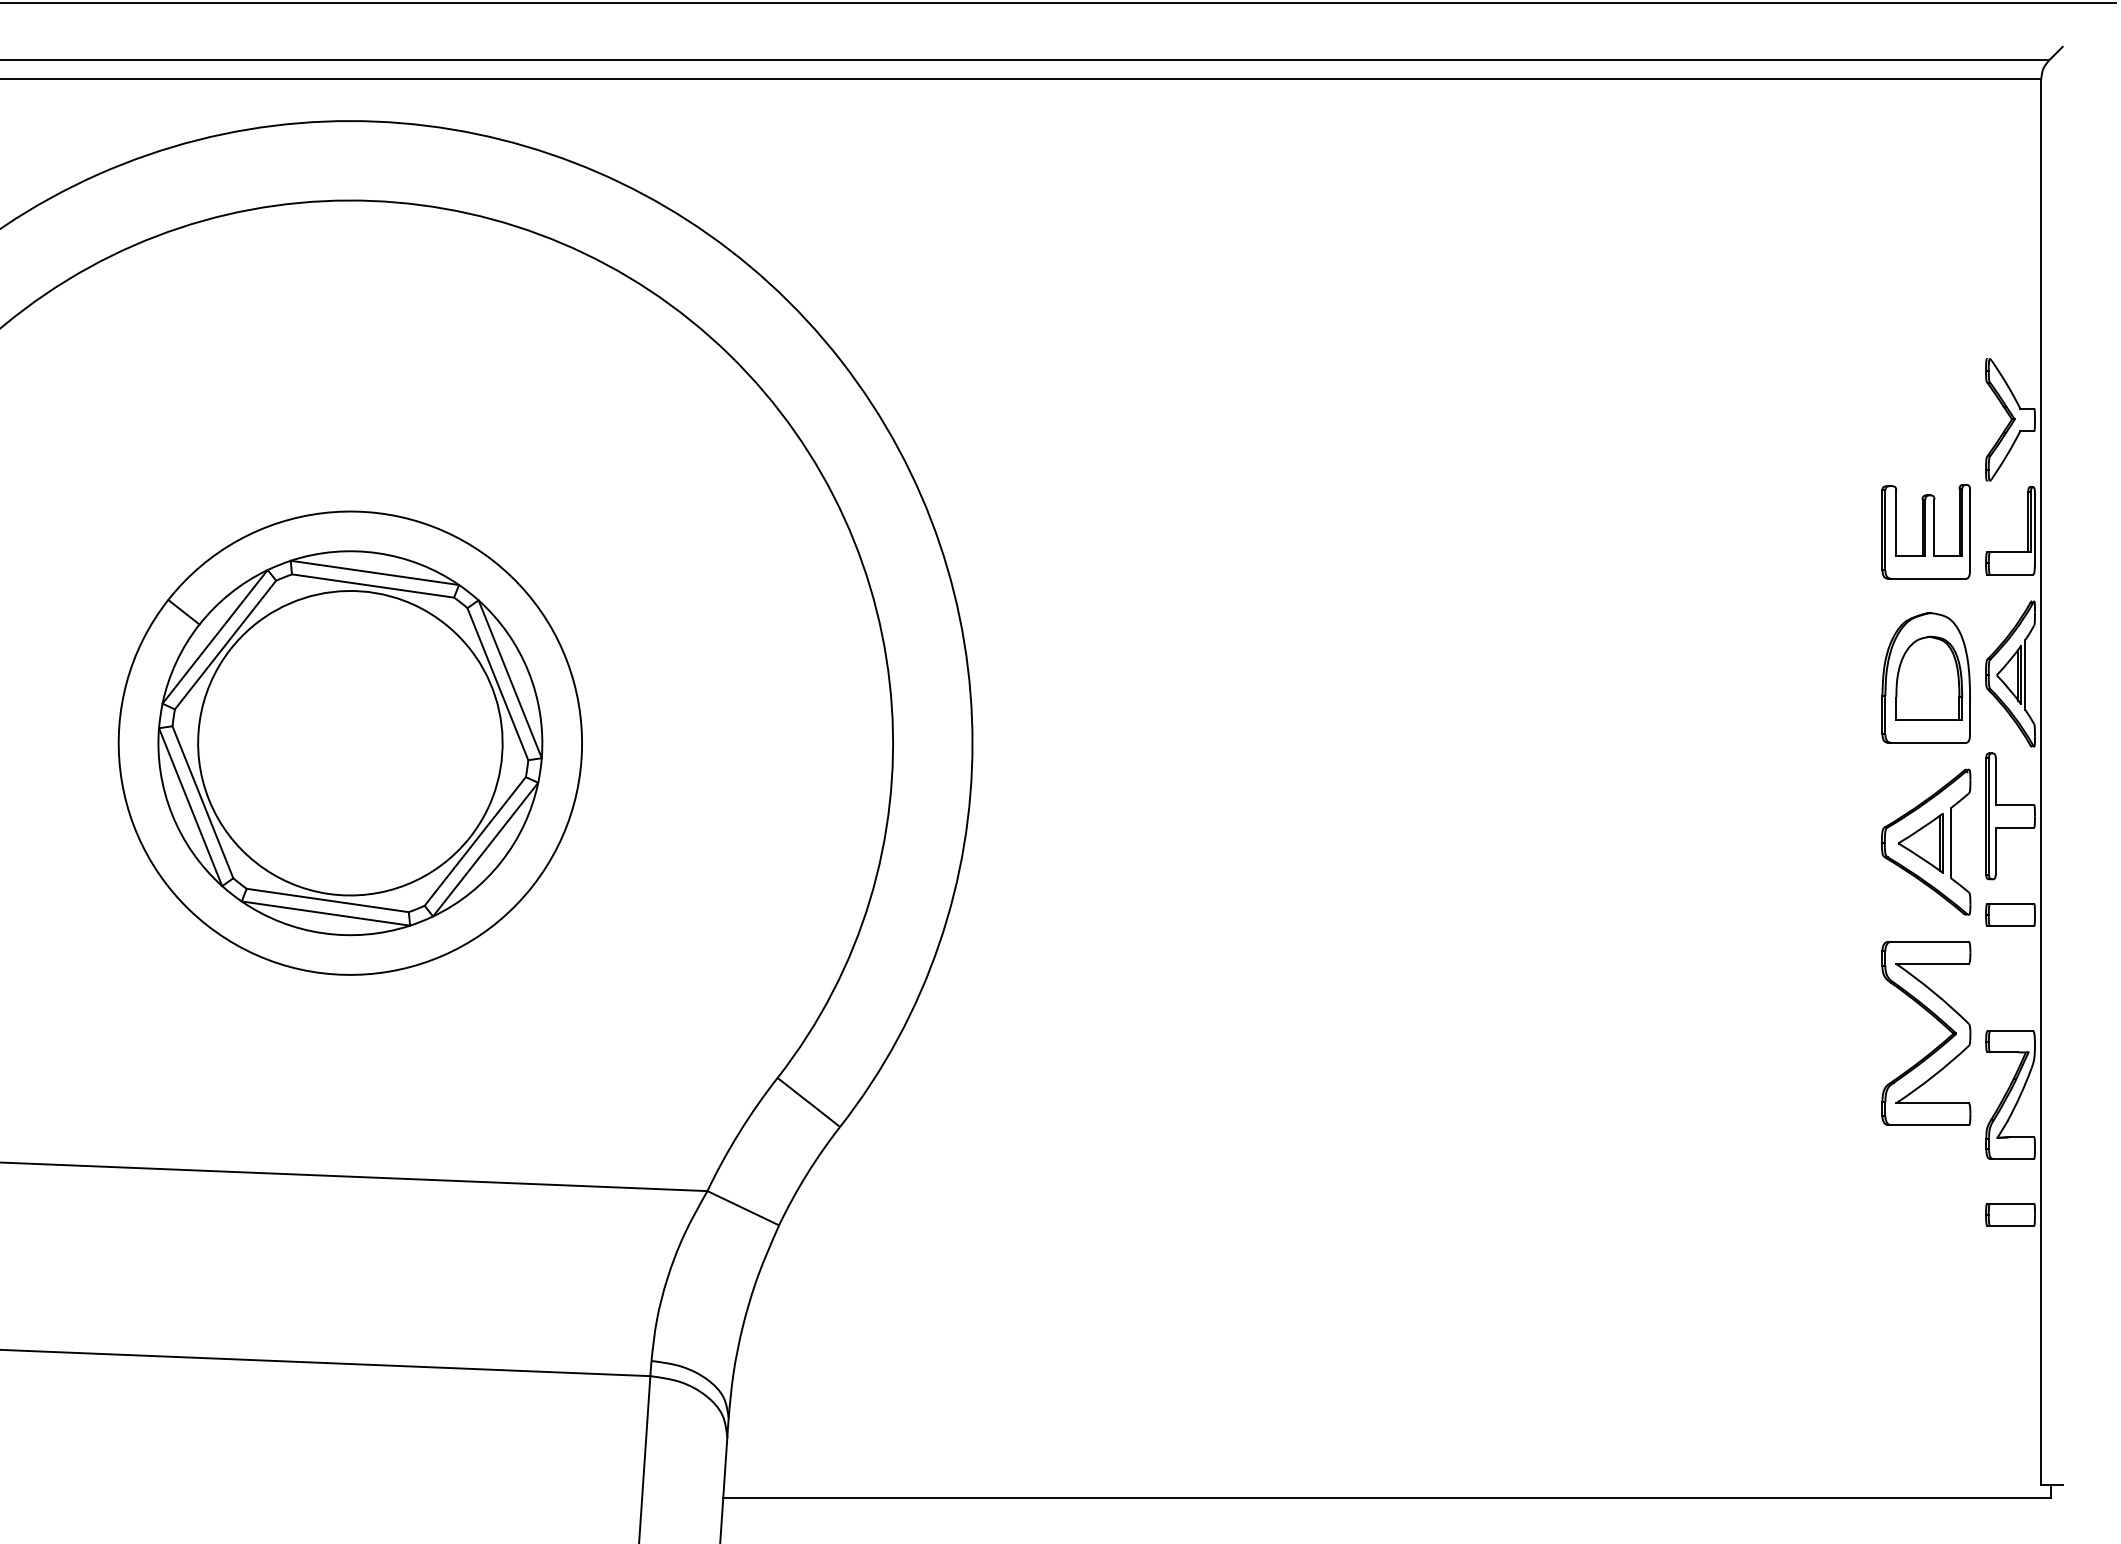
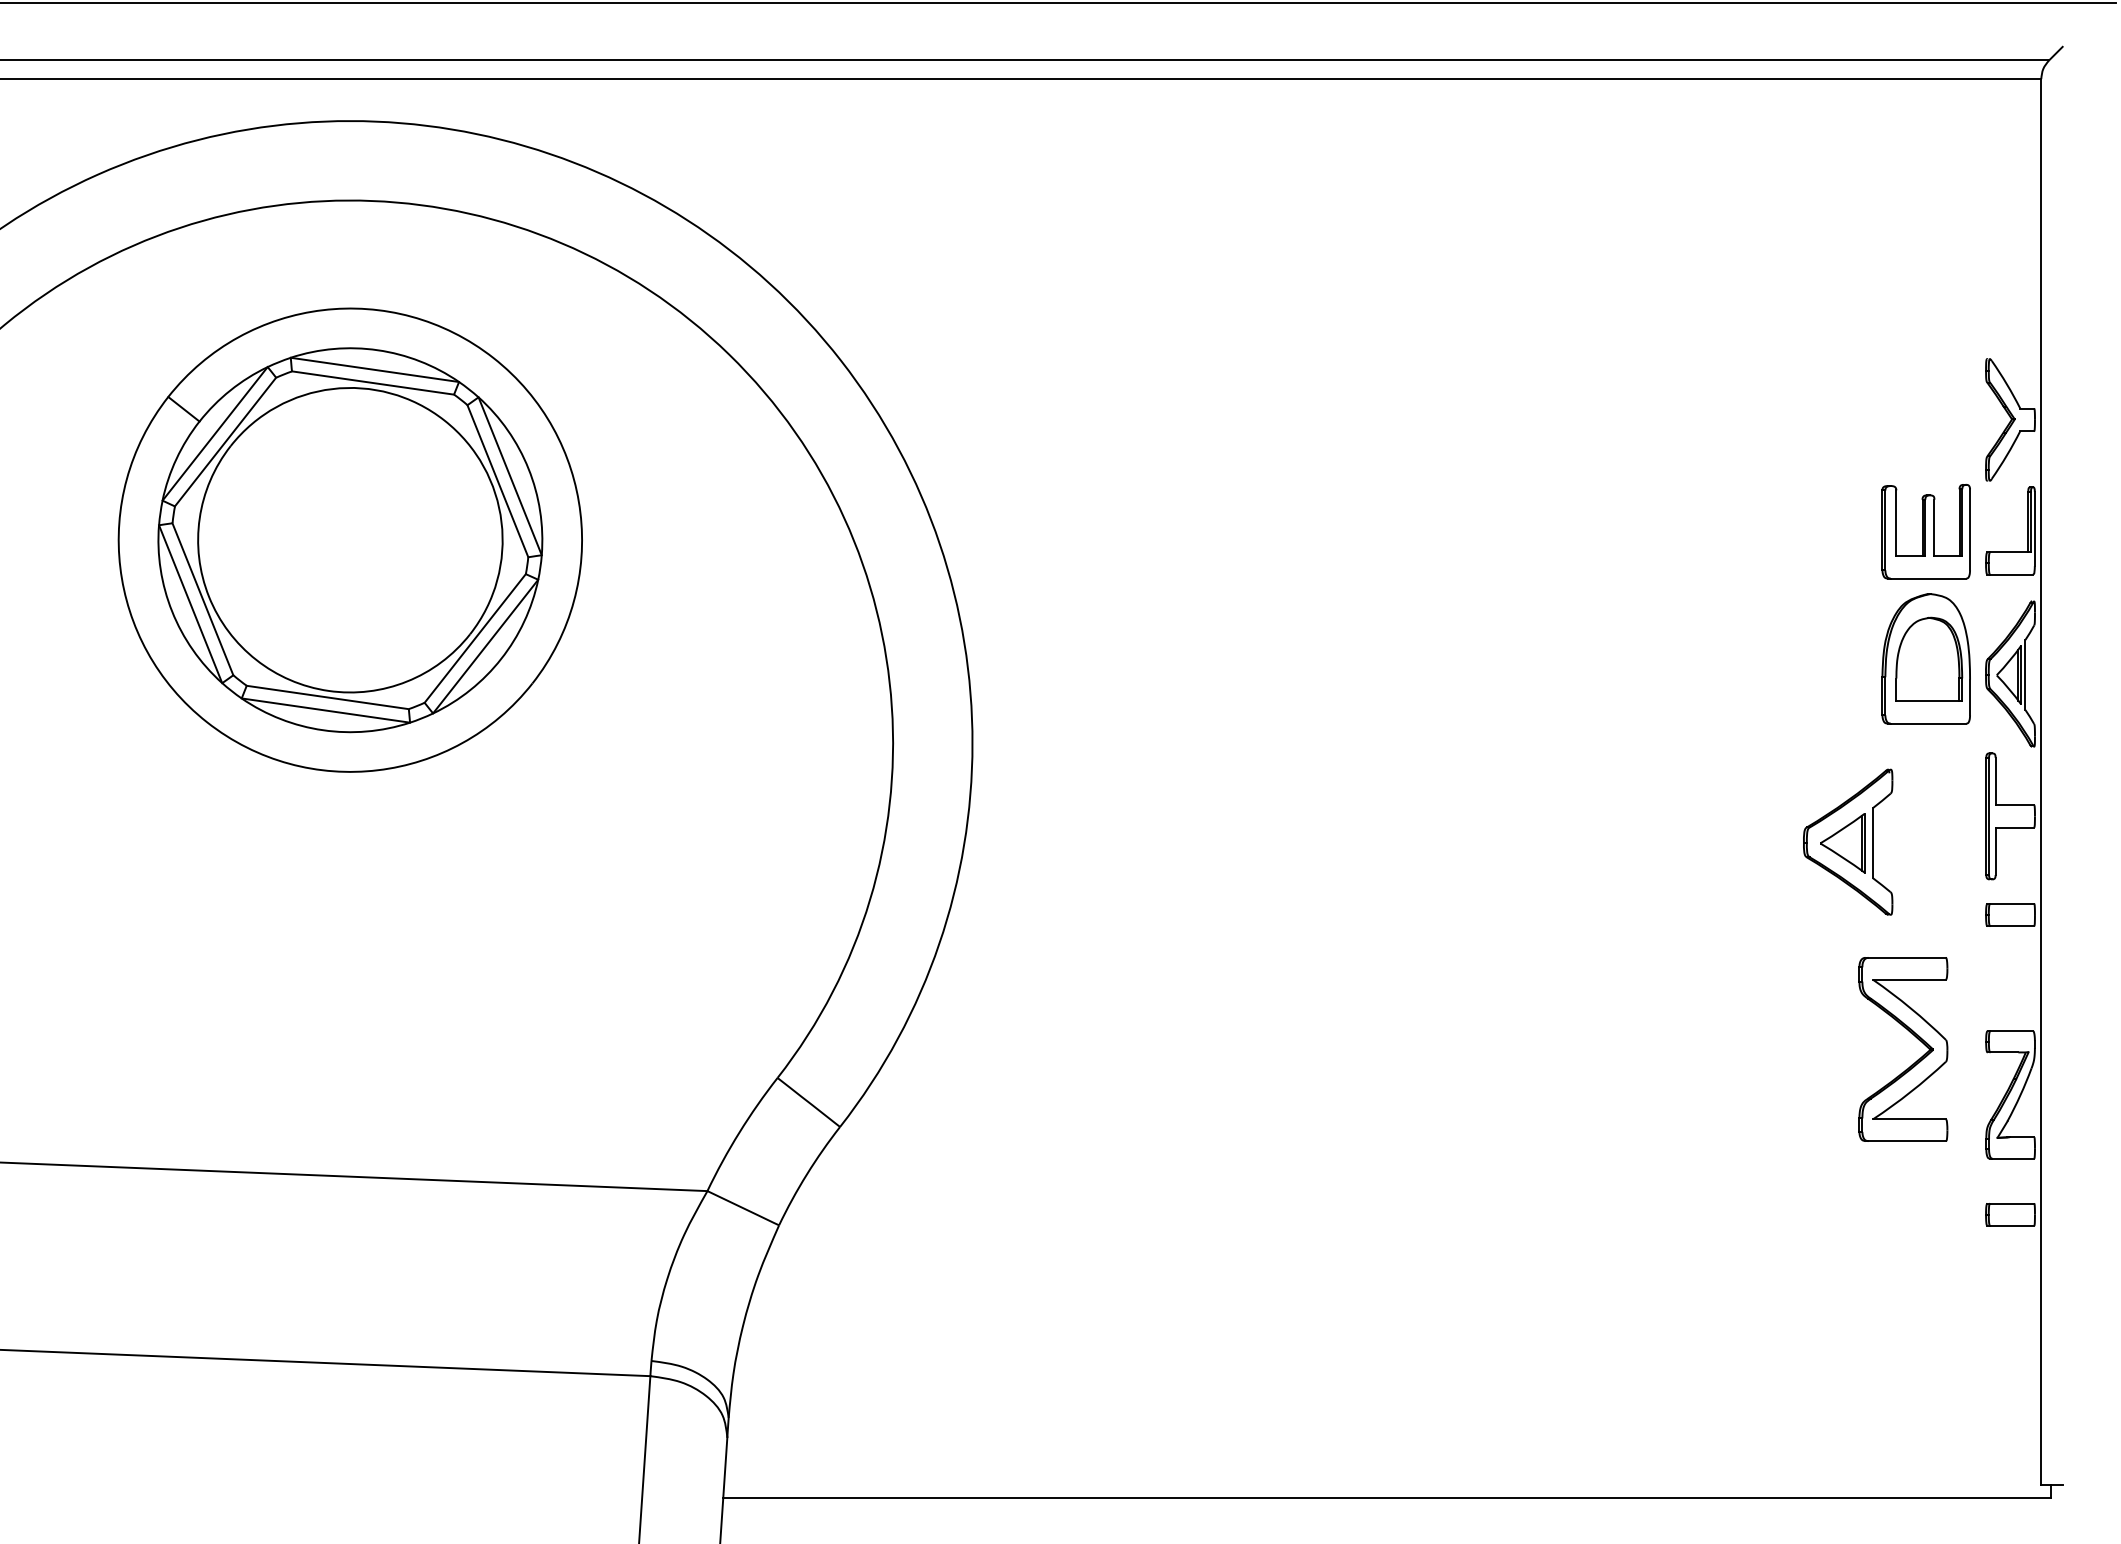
part at (1925, 677) position: (1925, 677) -> (1925, 658)
part at (349, 742) position: (349, 742) -> (349, 539)
part at (1926, 841) position: (1926, 841) -> (1848, 841)
part at (1938, 1021) position: (1938, 1021) -> (1915, 1037)
